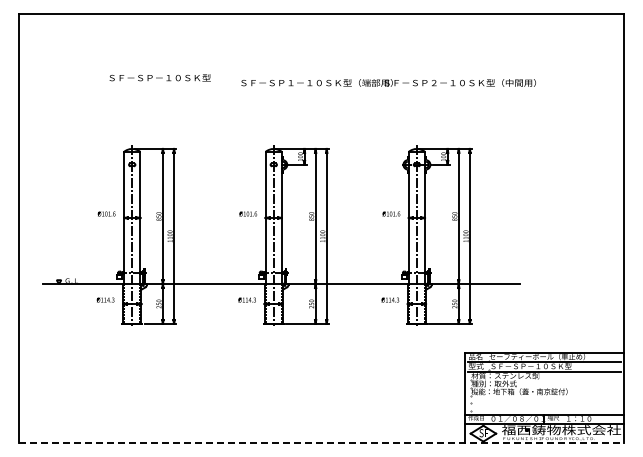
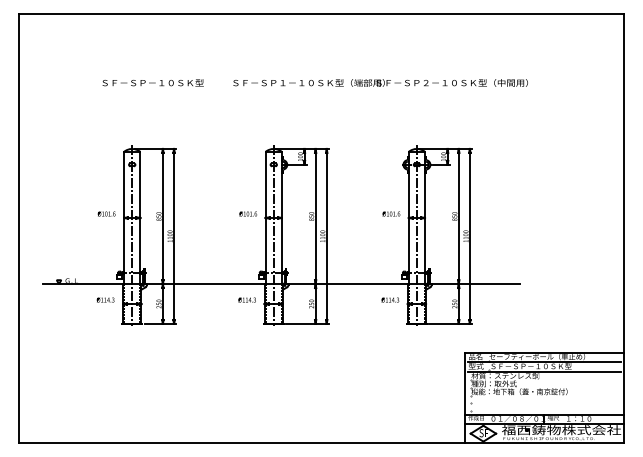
text at (159, 77) position: (159, 77) -> (152, 82)
text at (388, 82) position: (388, 82) -> (380, 82)
line at (321, 443): dashed -> solid
